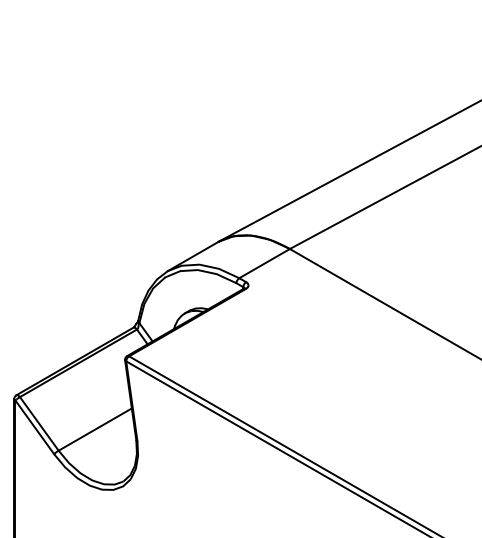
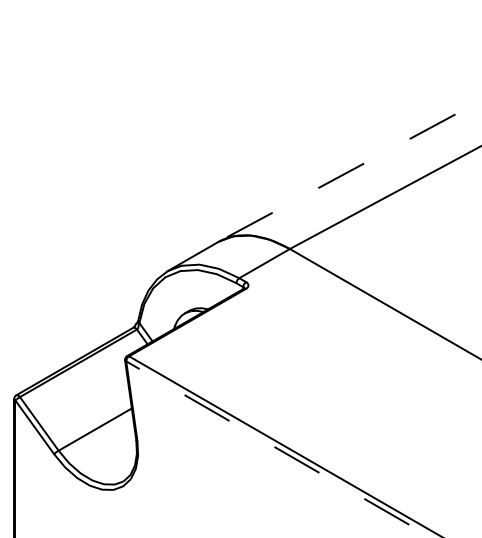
line at (350, 170): solid -> dashed
line at (278, 449): solid -> dashed
